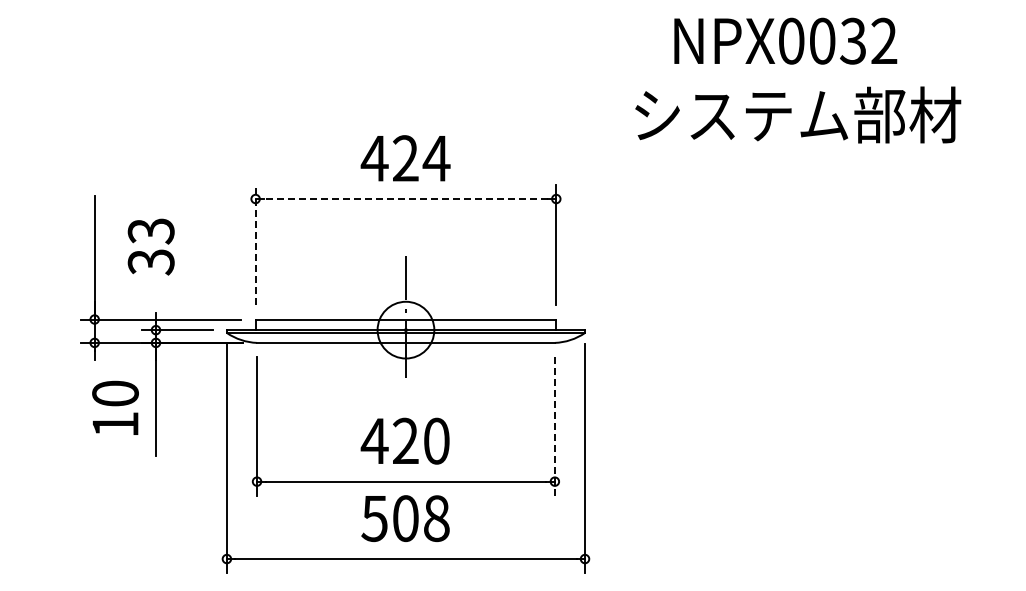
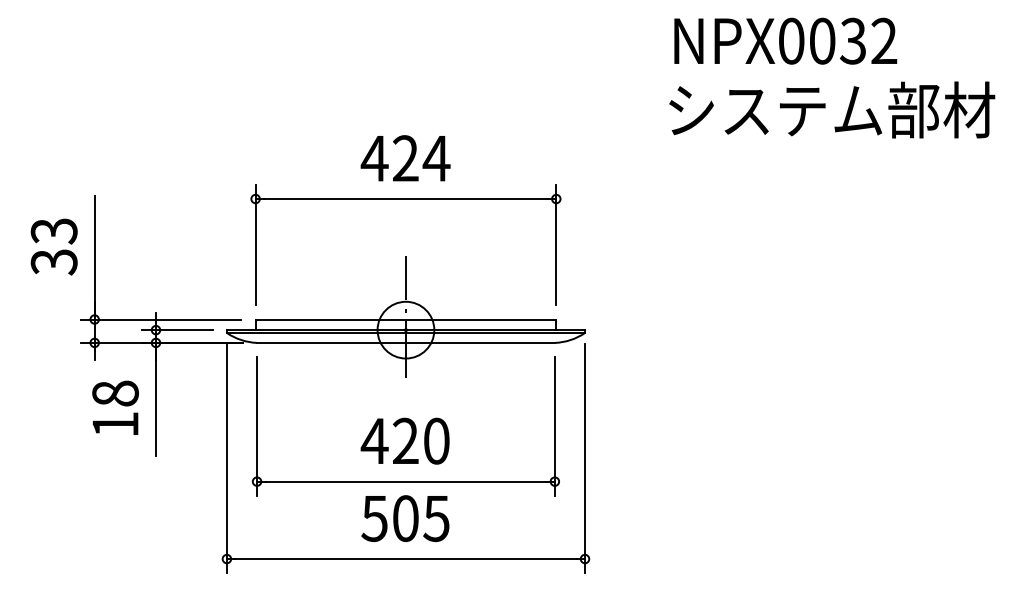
text at (798, 114) position: (798, 114) -> (832, 109)
line at (405, 199): dashed -> solid
line at (255, 244): dashed -> solid
text at (150, 246) position: (150, 246) -> (53, 246)
text at (115, 393): 10 -> 18
line at (554, 426): dashed -> solid
text at (436, 518): 508 -> 505
